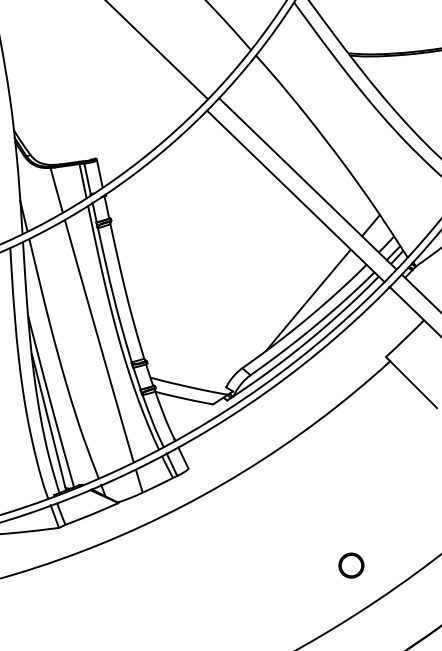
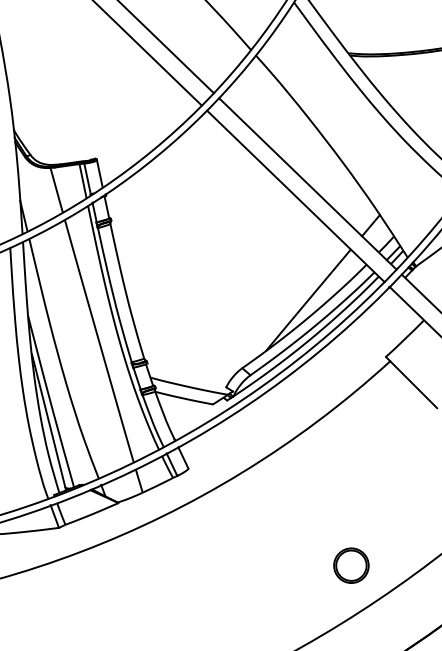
line at (157, 50) position: (157, 50) -> (166, 47)
line at (148, 53): none -> present
part at (351, 565) size: 27x27 px -> 37x37 px
